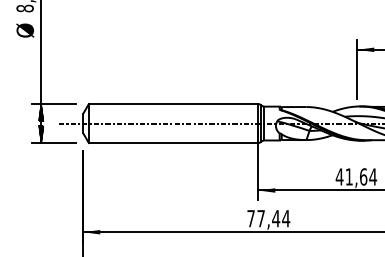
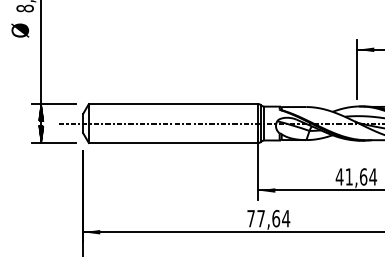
text at (25, 30) position: (25, 30) -> (20, 30)
text at (276, 218): 77,44 -> 77,64
